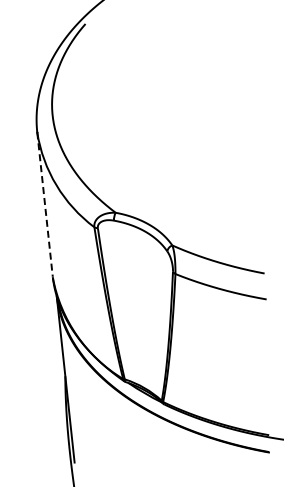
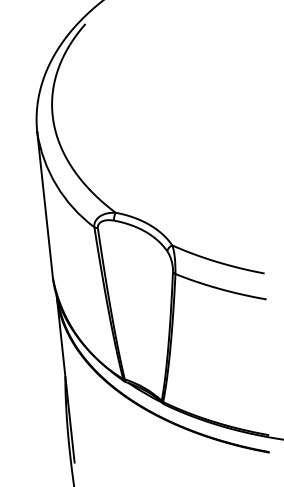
line at (45, 204): dashed -> solid
